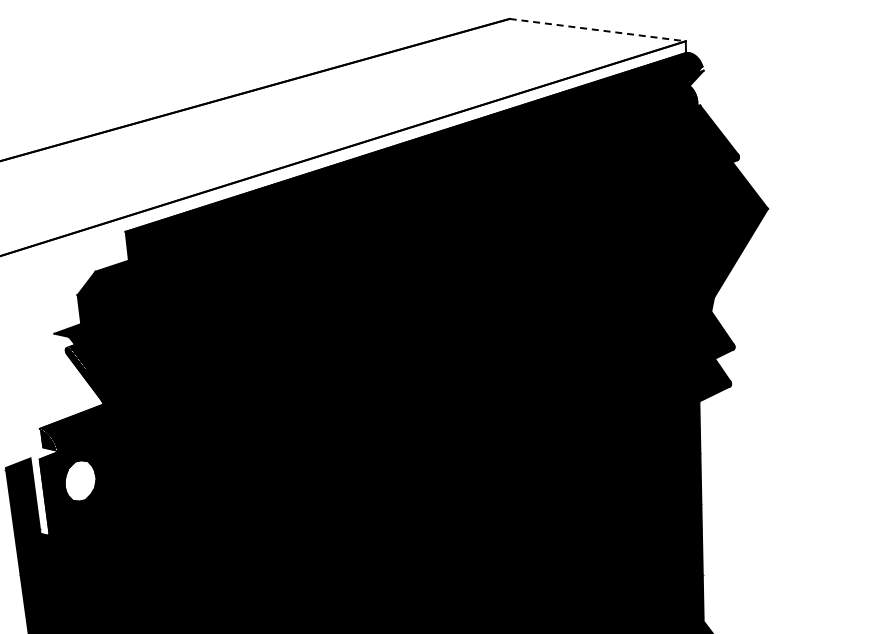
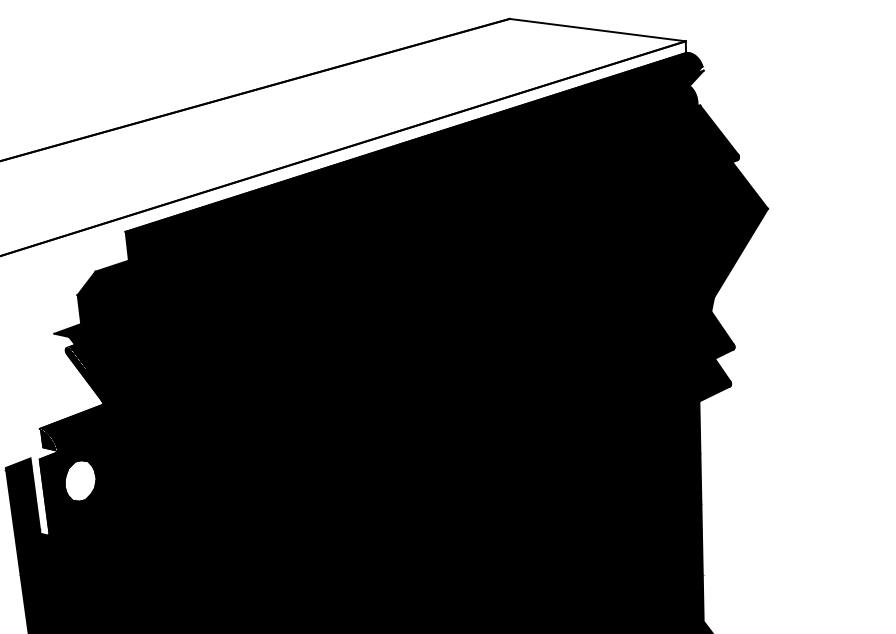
line at (597, 30): dashed -> solid
